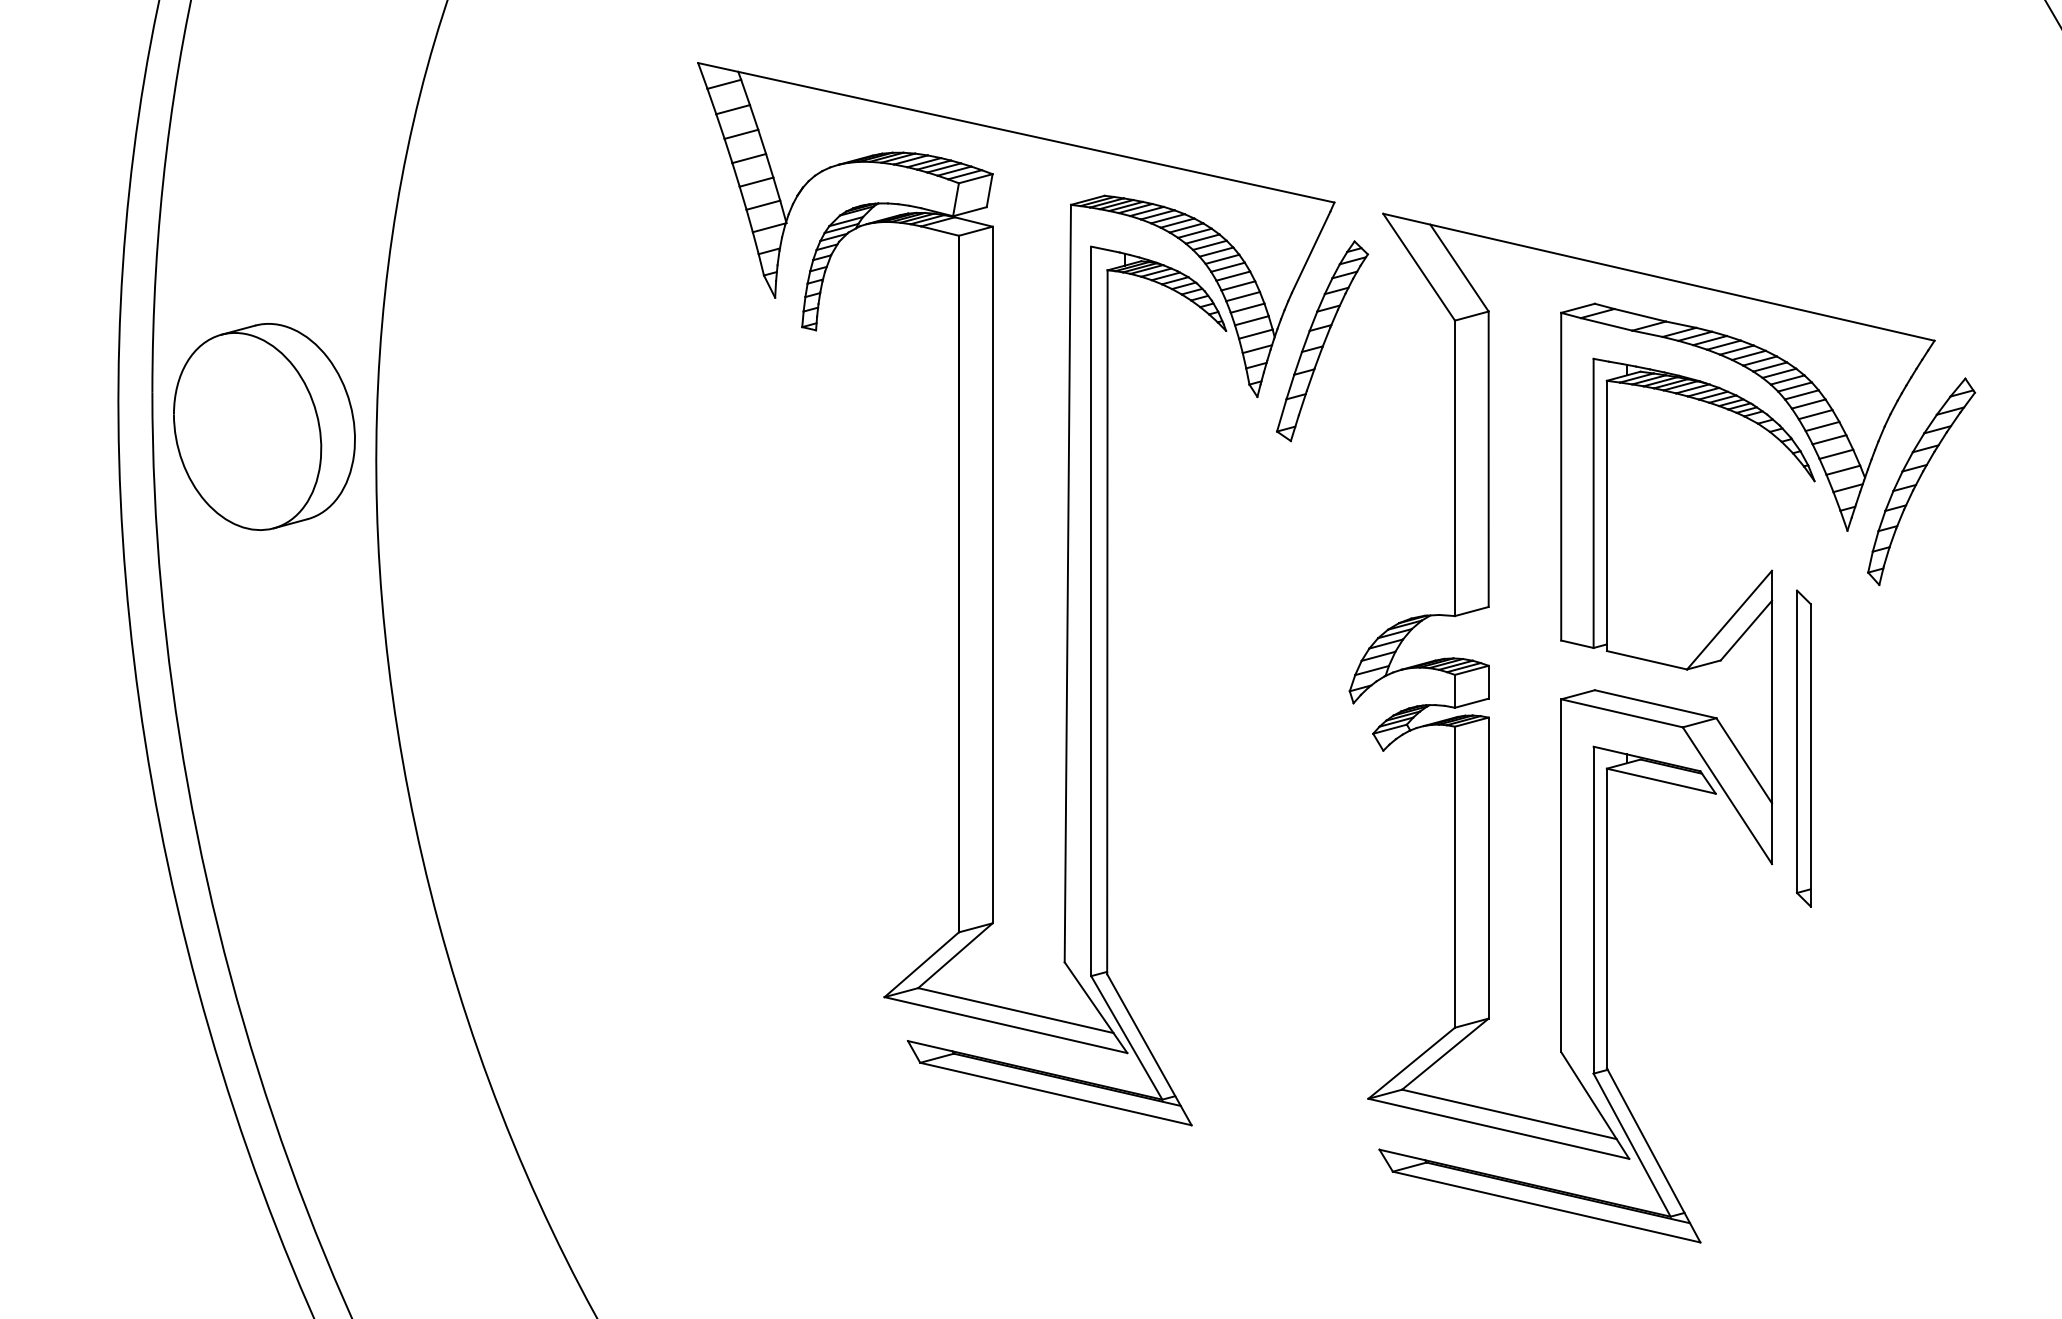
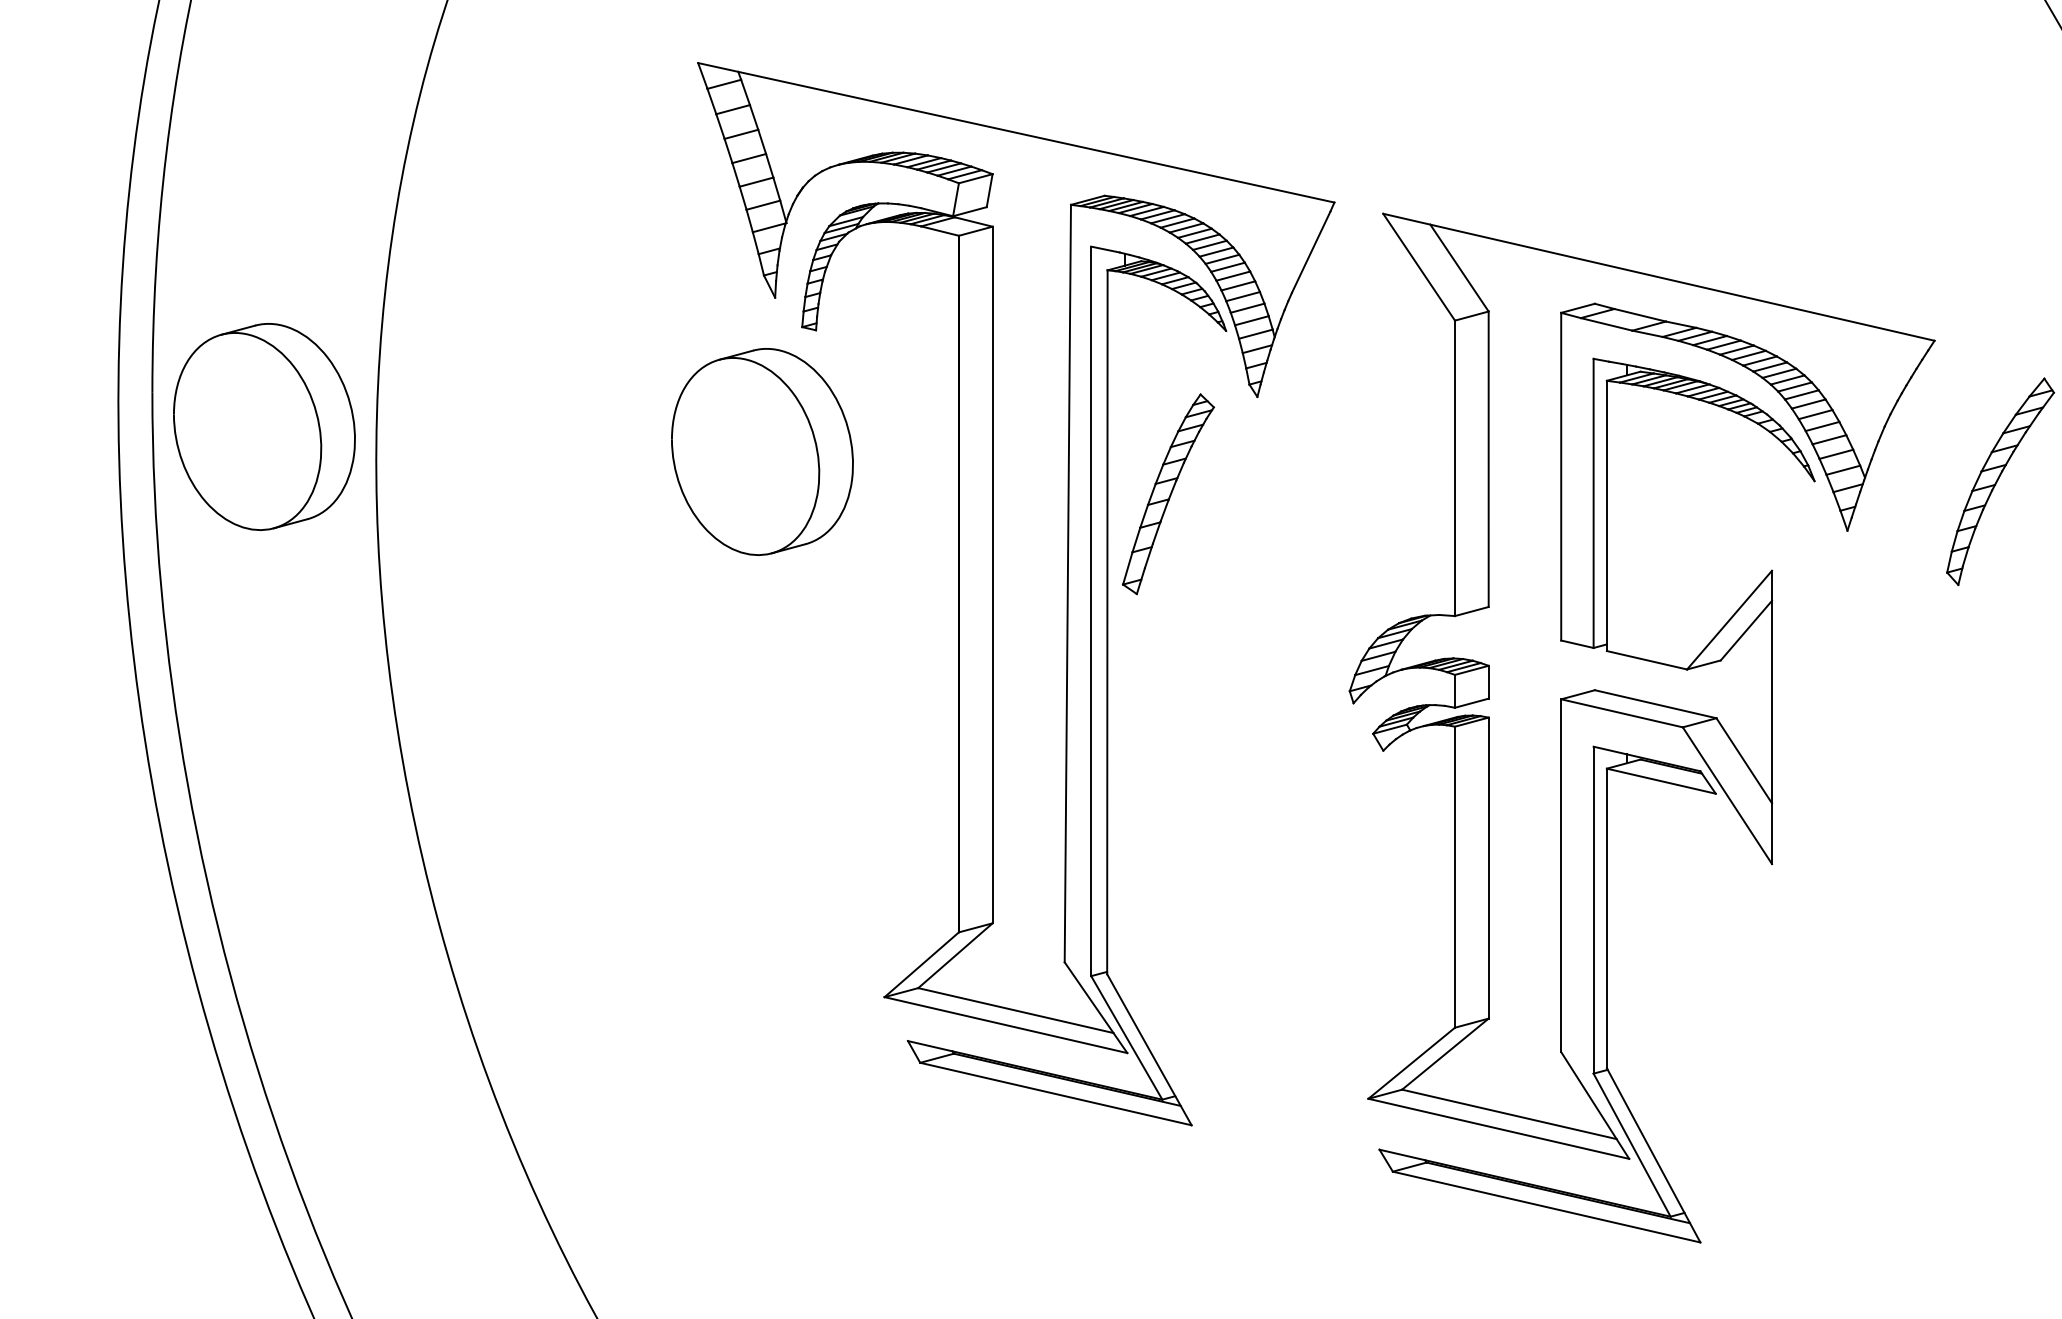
part at (1322, 341) position: (1322, 341) -> (1168, 494)
part at (762, 451): none -> present
part at (1921, 481) position: (1921, 481) -> (2000, 481)
part at (1803, 748): present -> none
